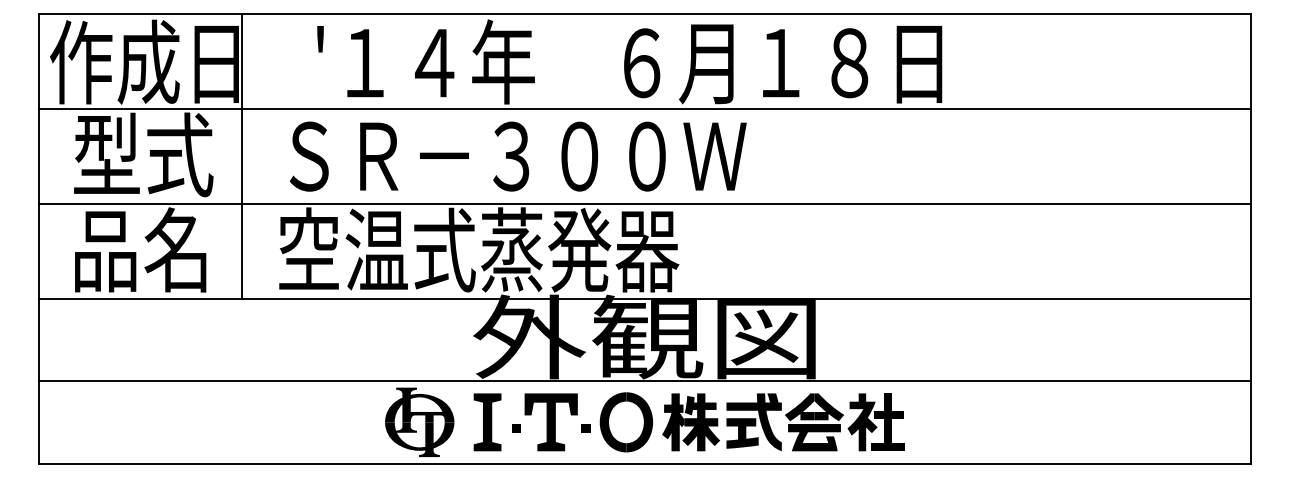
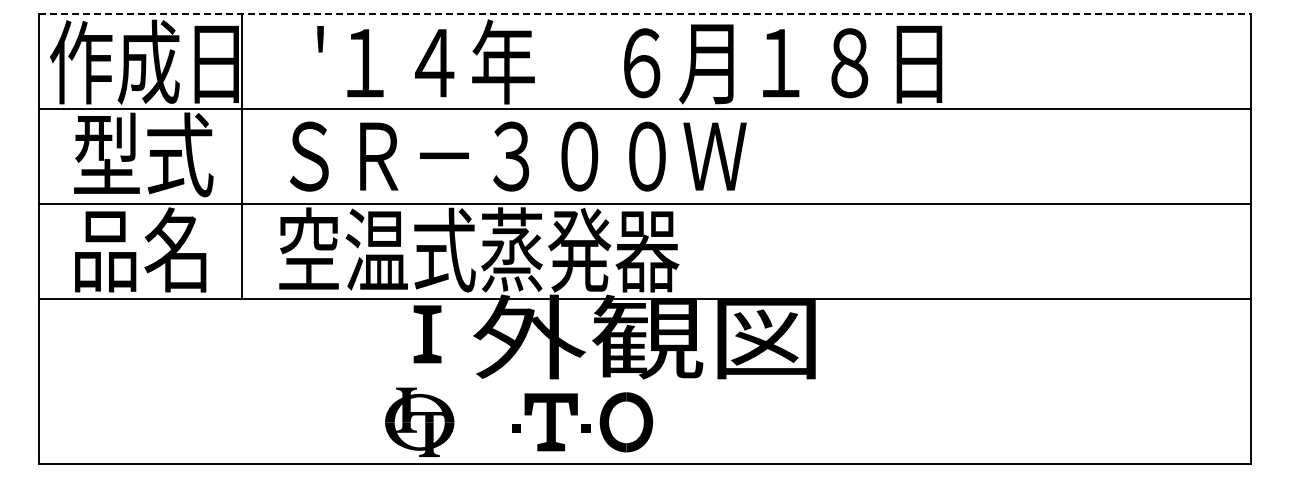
line at (645, 14): solid -> dashed
line at (644, 381): present -> none
part at (487, 422) position: (487, 422) -> (427, 334)
part at (783, 422): present -> none
